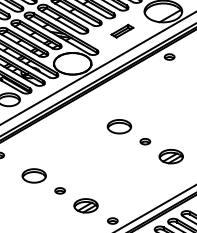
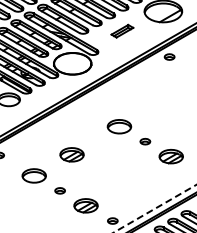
line at (97, 68): present -> none
part at (71, 154): none -> present
line at (155, 208): solid -> dashed
